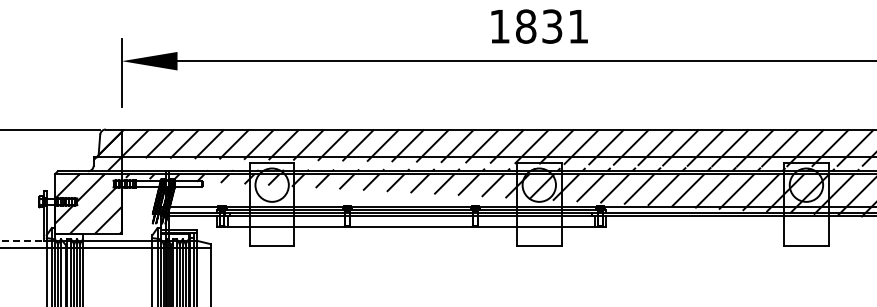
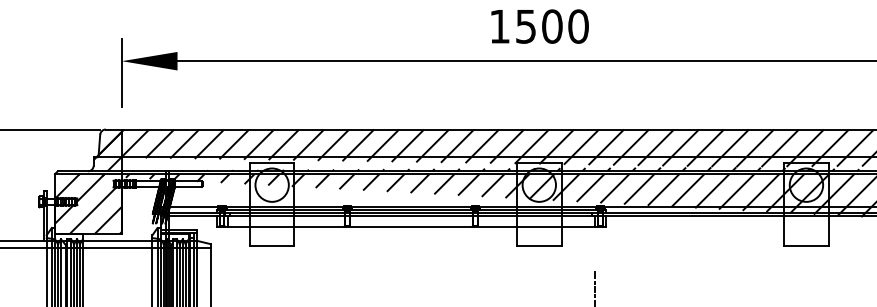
text at (552, 26): 1831 -> 1500
line at (22, 240): dashed -> solid
line at (594, 287): none -> present
